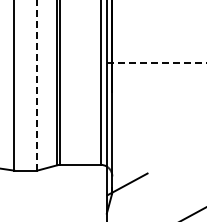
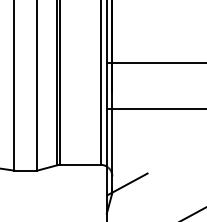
line at (156, 63): dashed -> solid
line at (37, 85): dashed -> solid
line at (154, 109): none -> present
